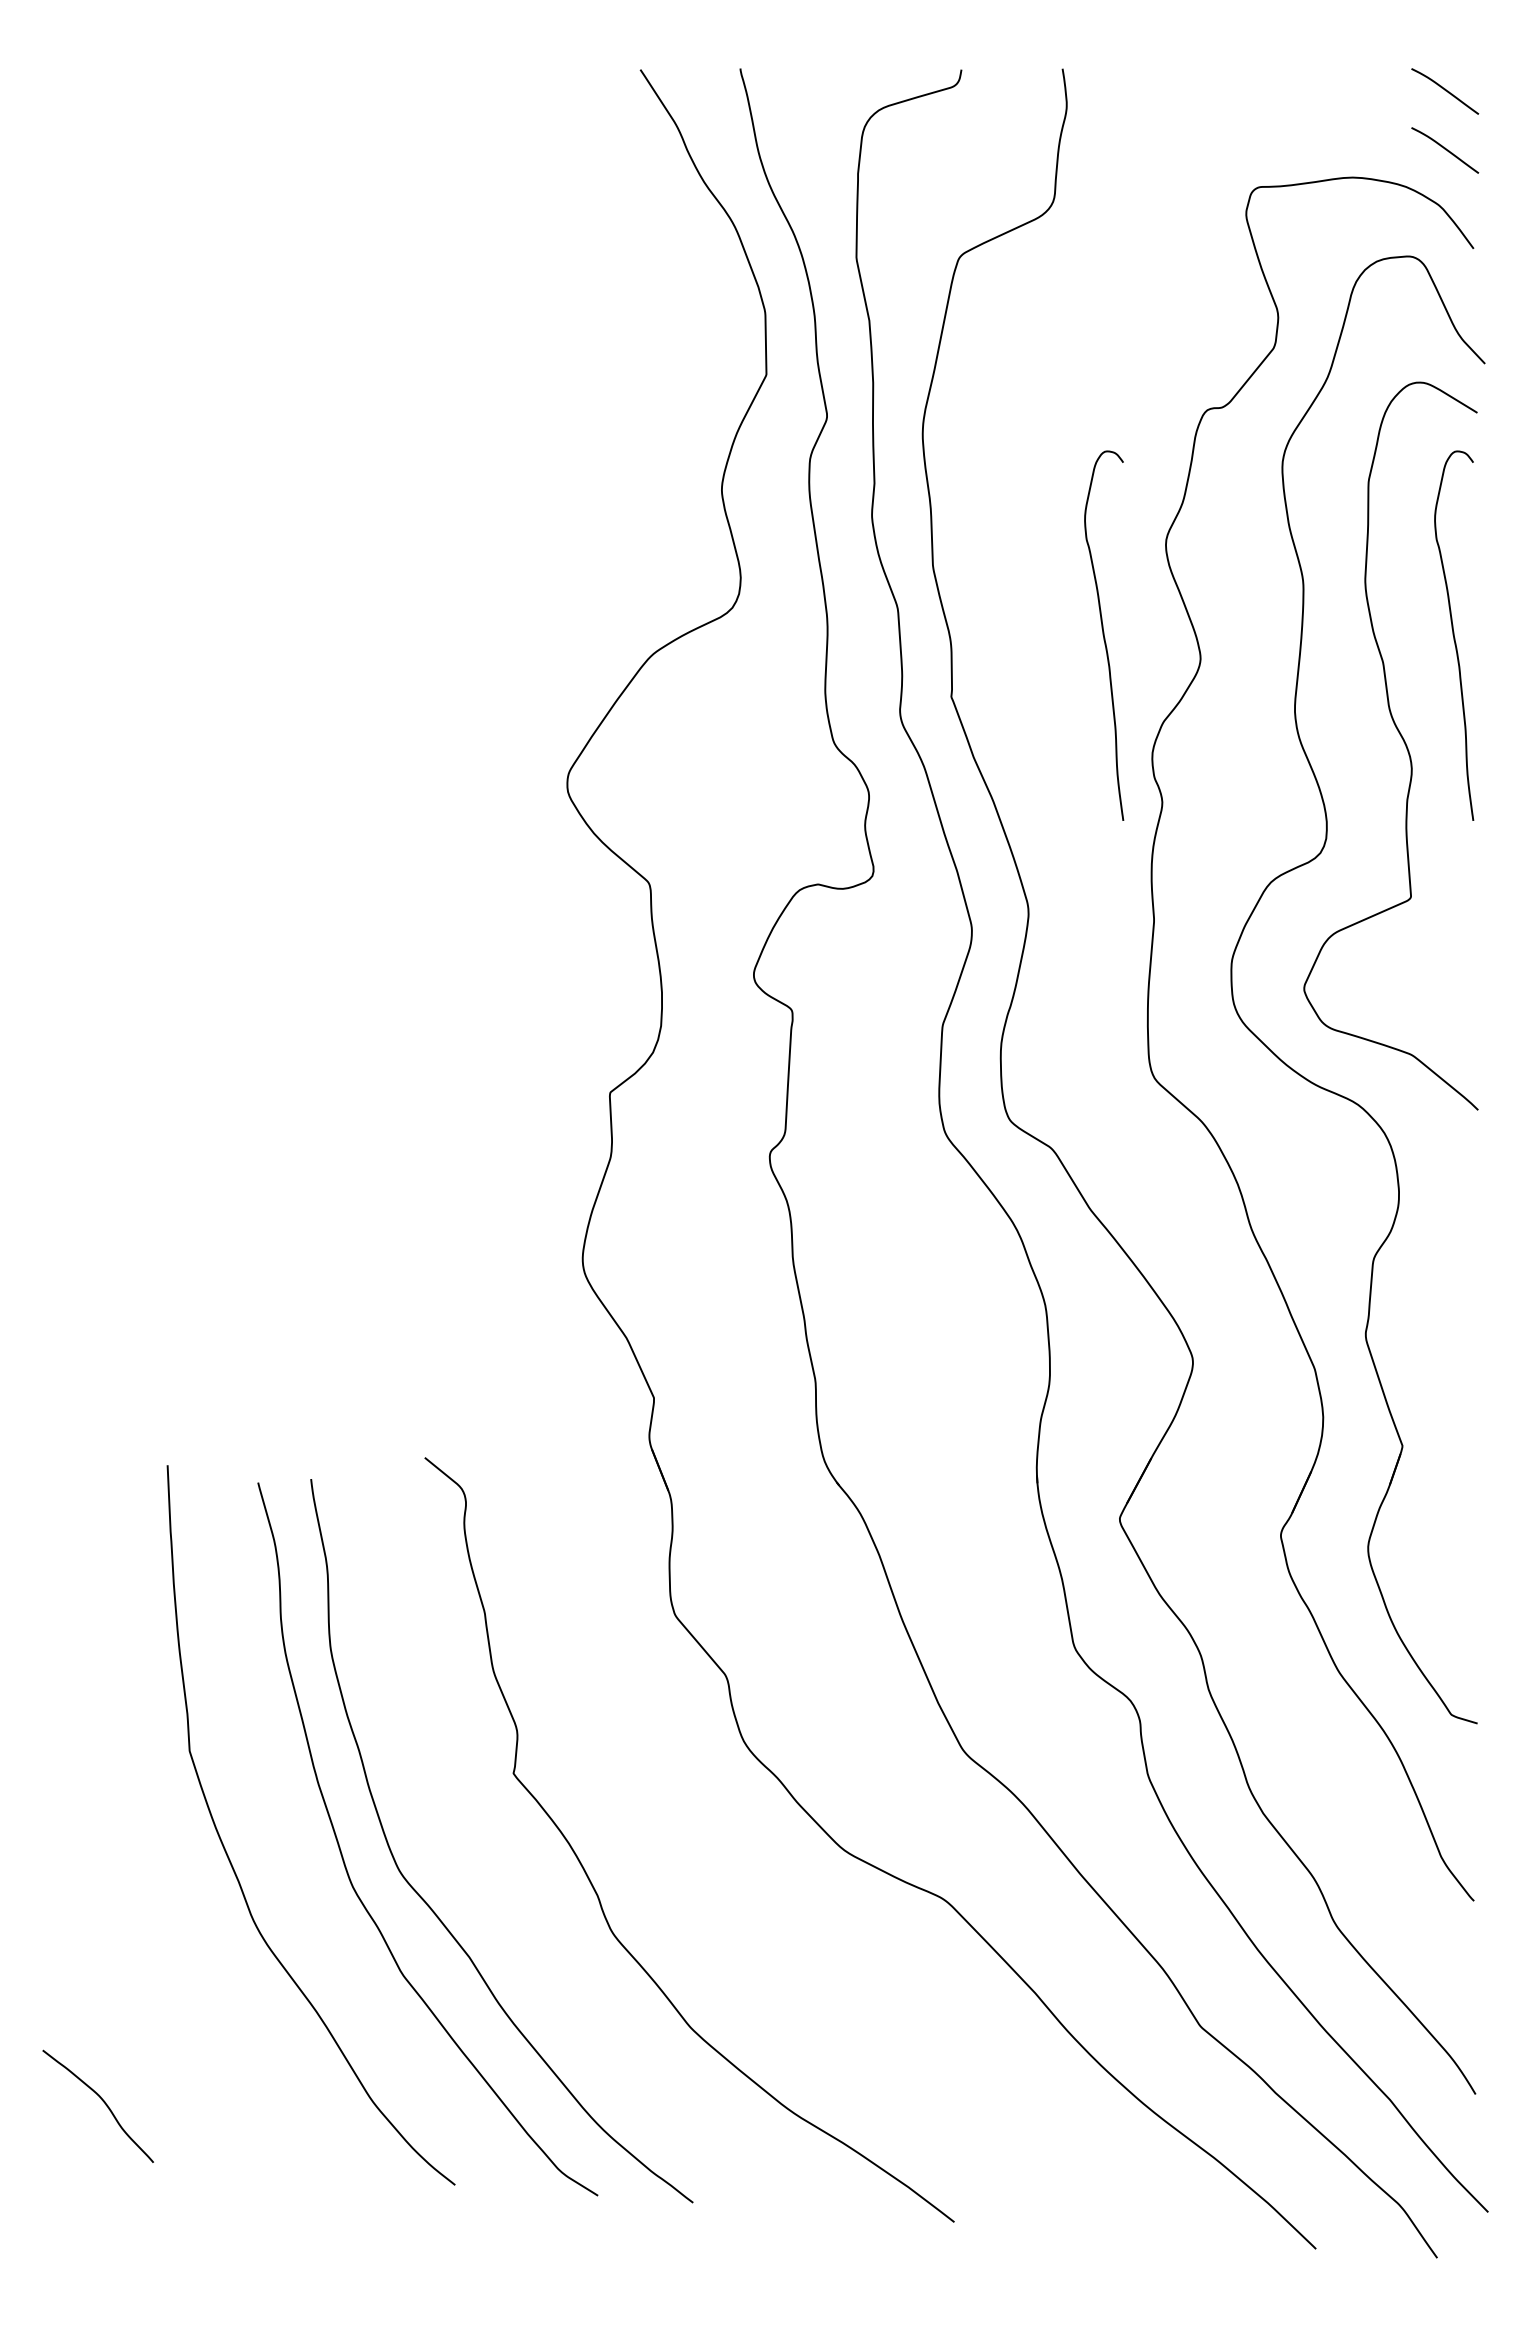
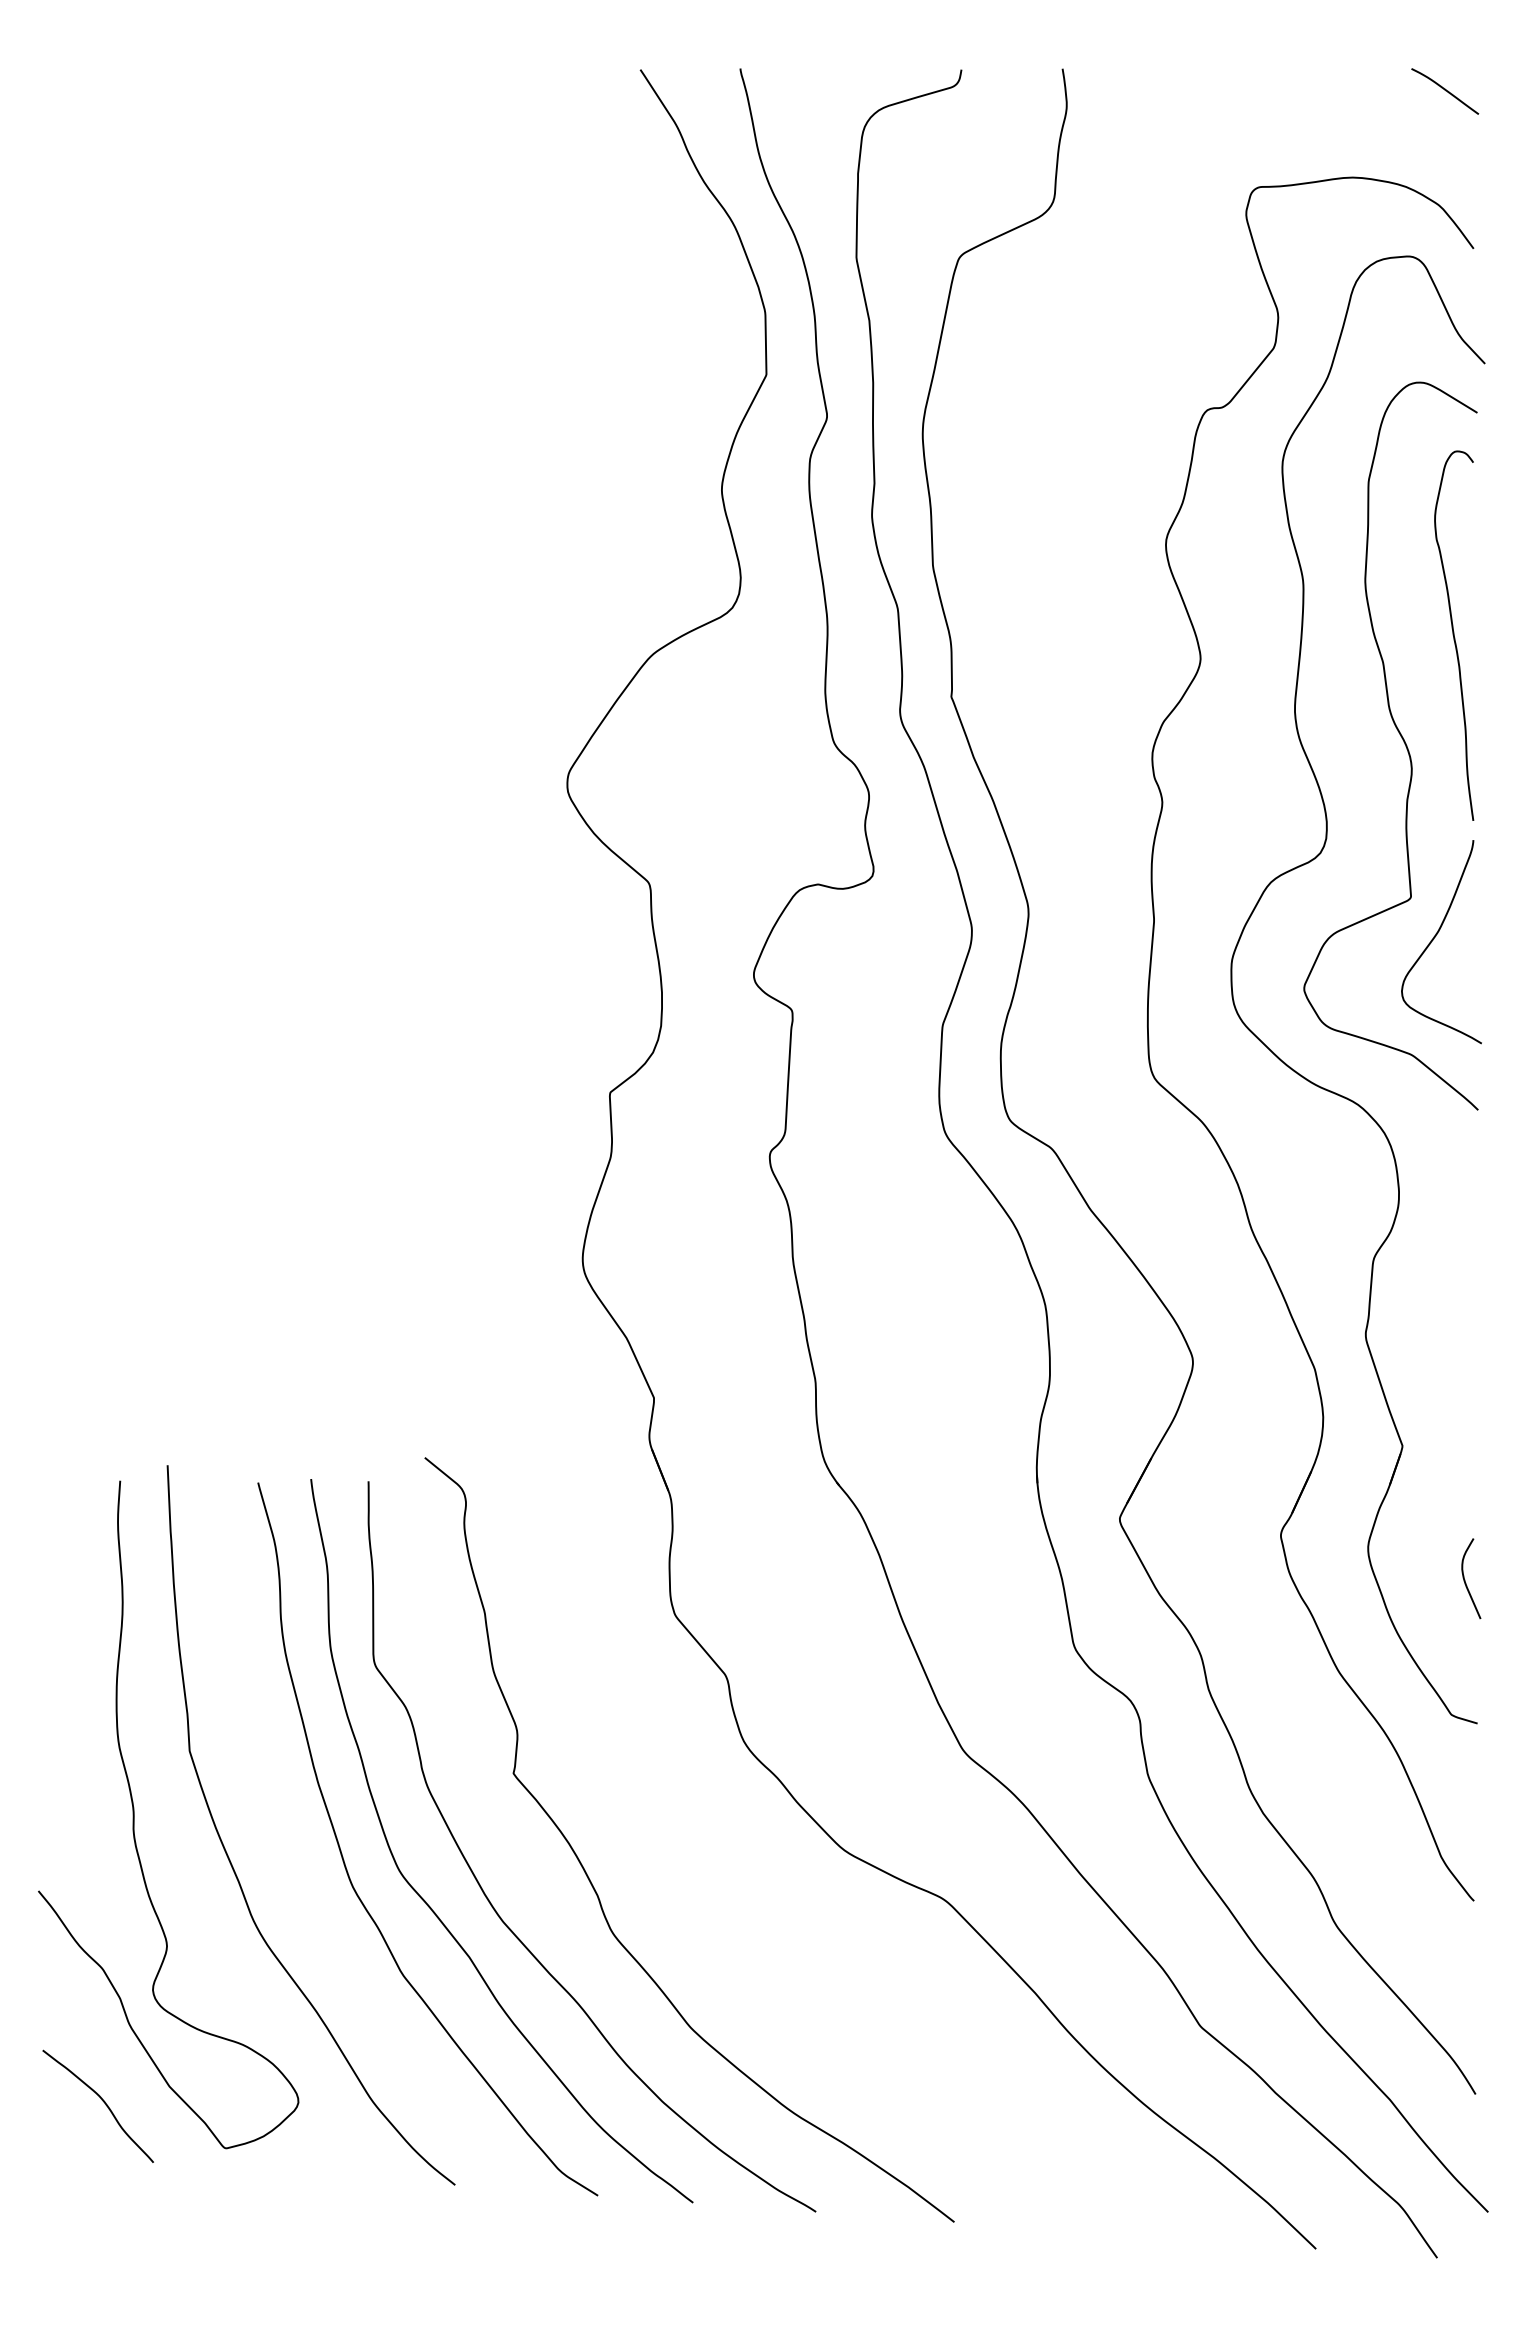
curve at (1445, 150): present -> none
curve at (1104, 635): present -> none
curve at (1436, 936): none -> present
curve at (1465, 1579): none -> present
curve at (134, 1814): none -> present
curve at (496, 1910): none -> present
